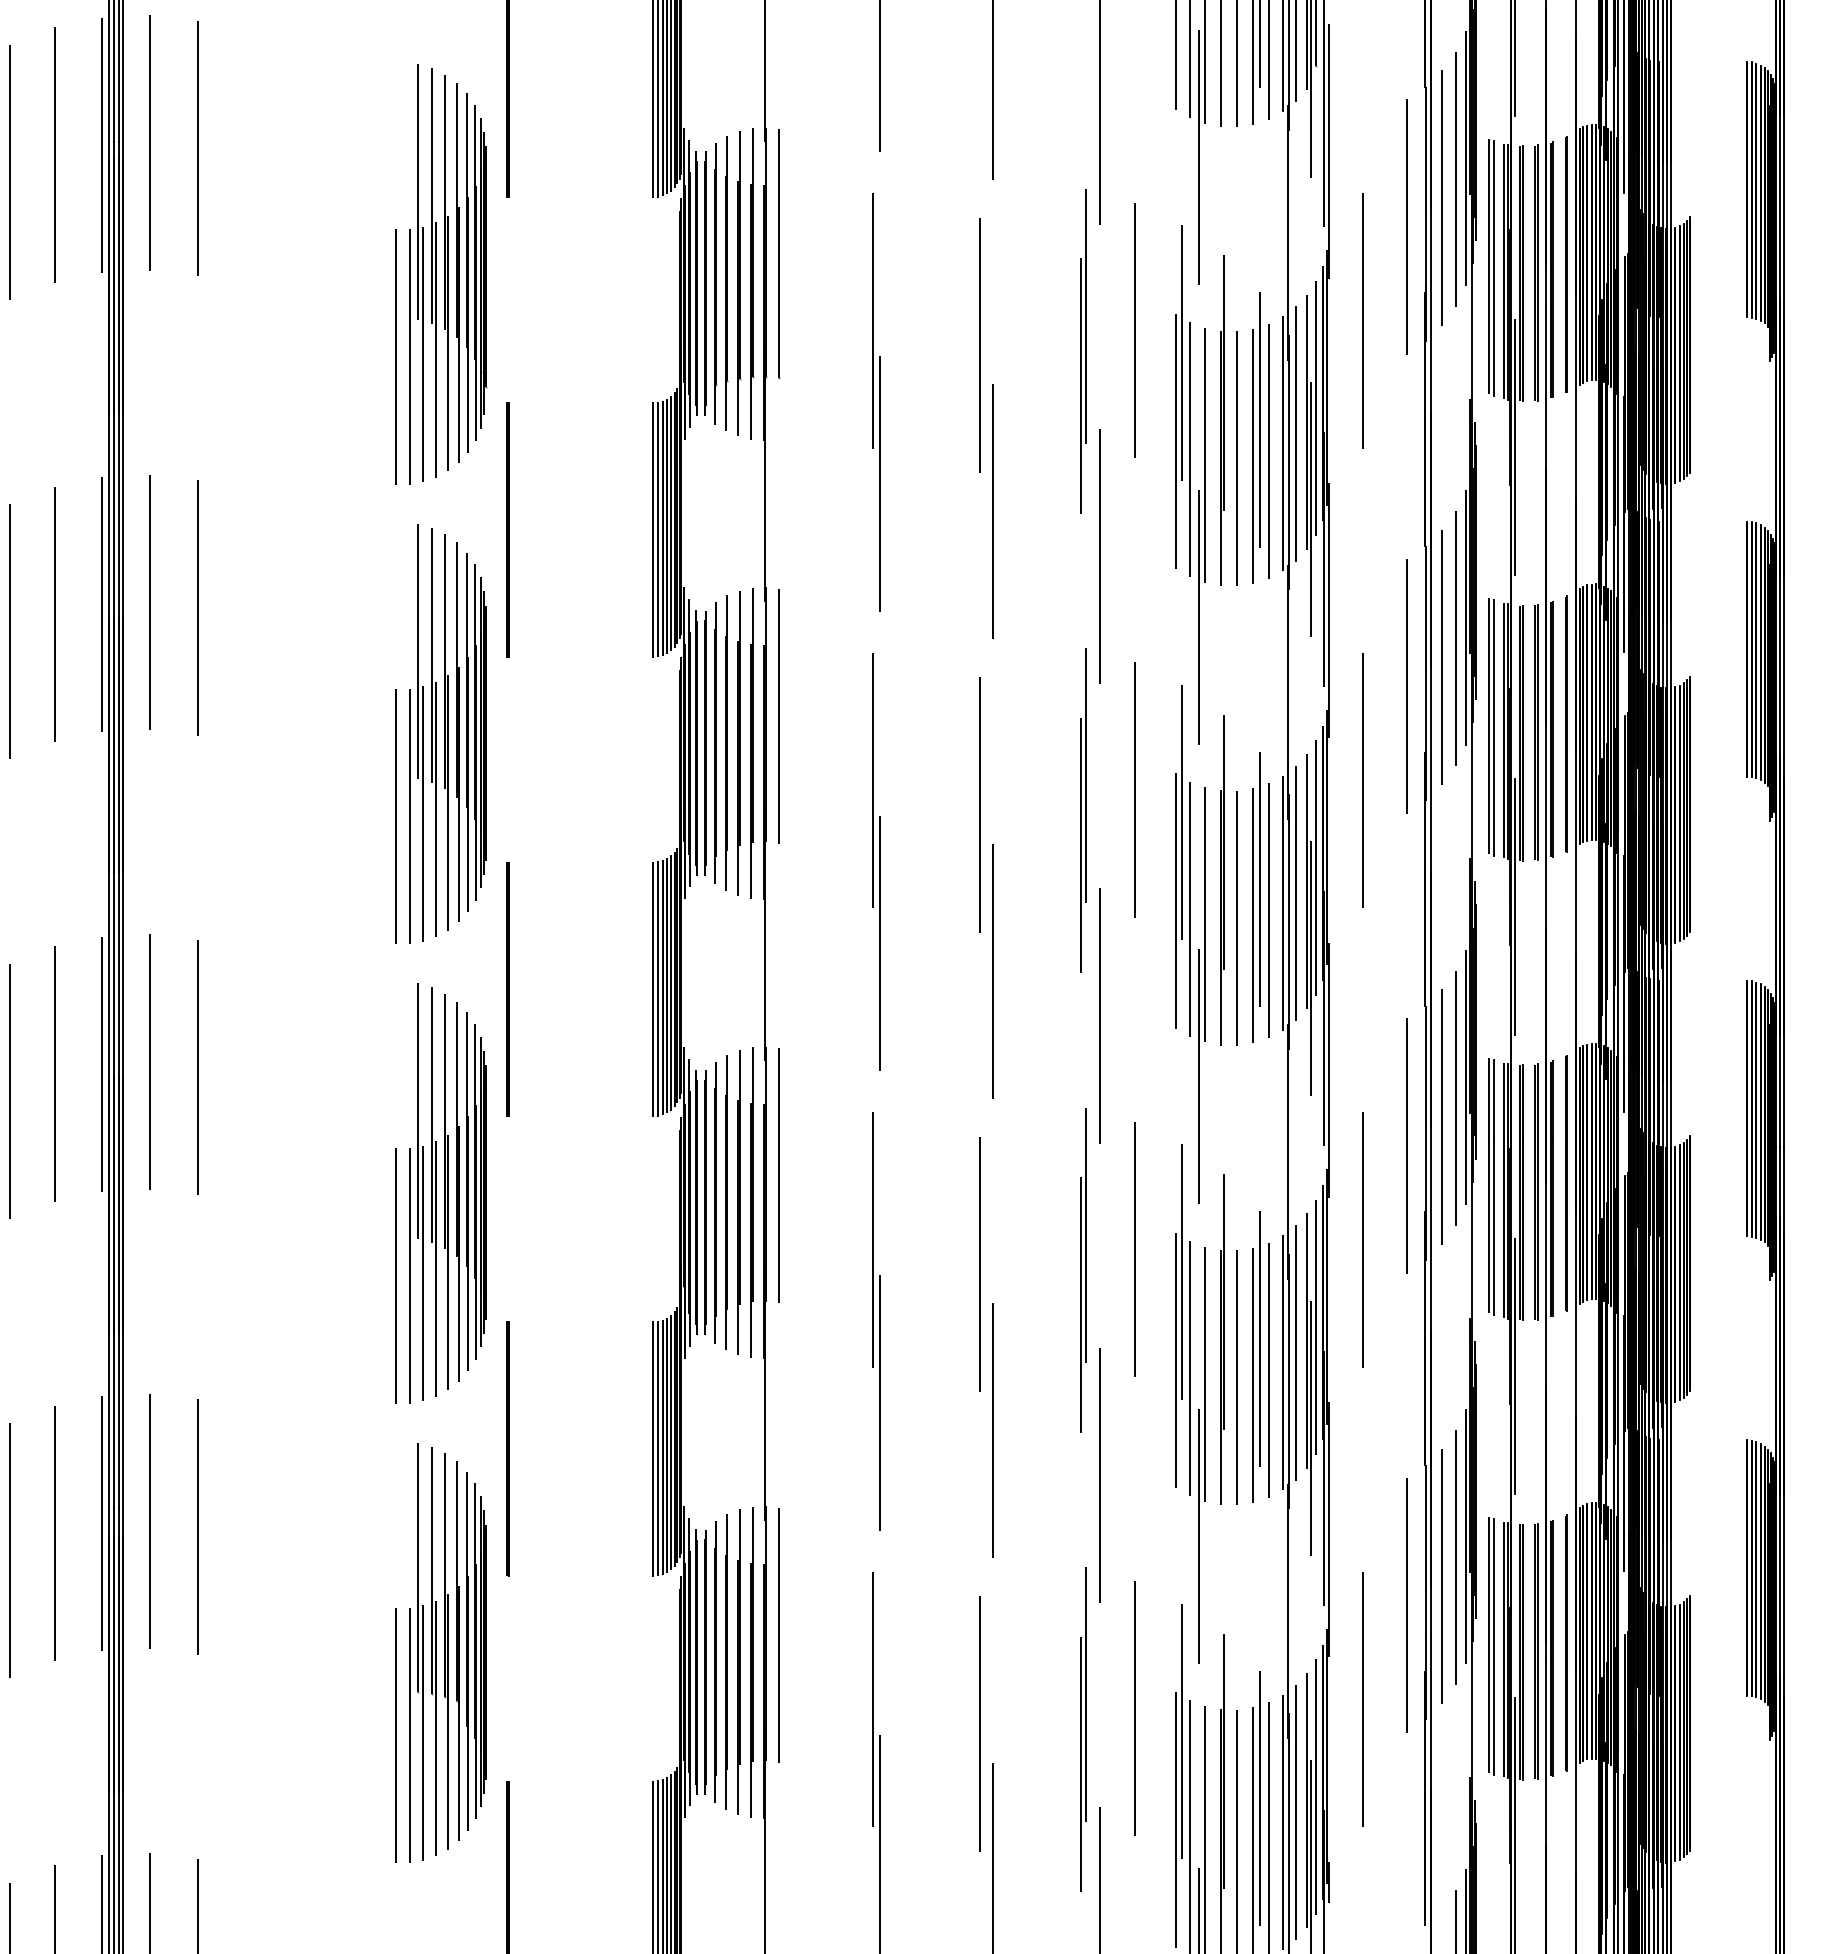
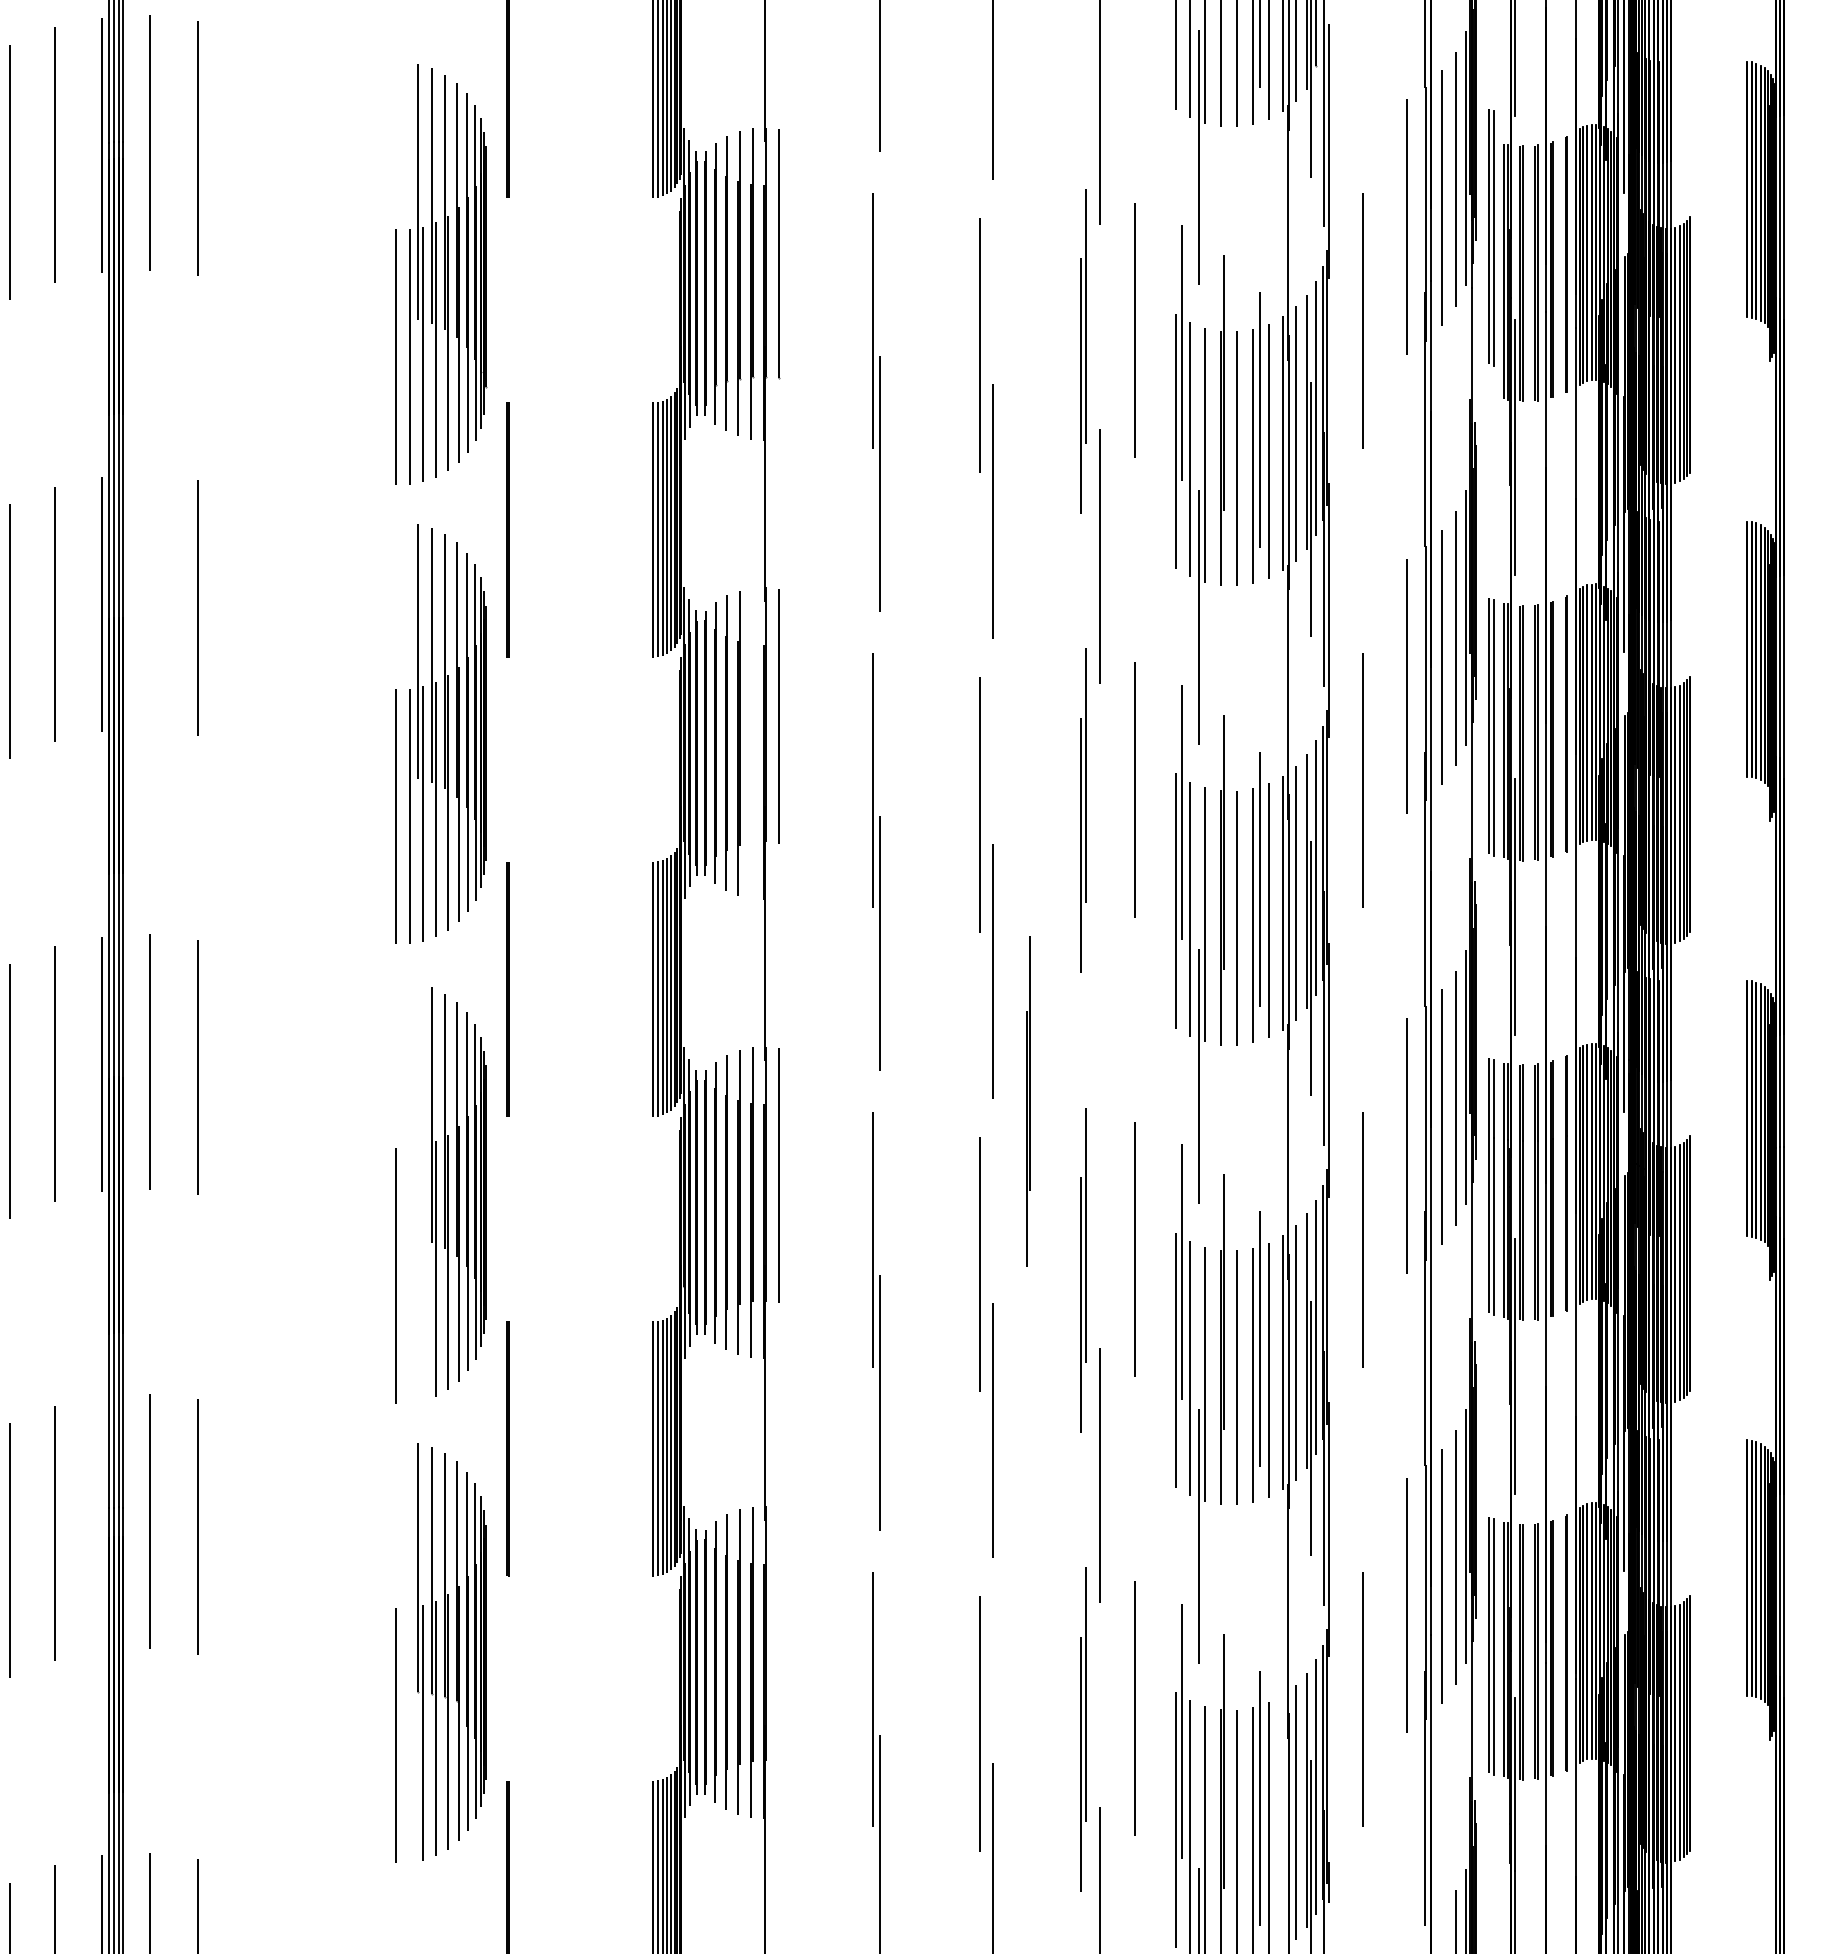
part at (1491, 267) position: (1491, 267) -> (1491, 237)
line at (149, 602): present -> none
line at (751, 743): present -> none
line at (1100, 1015): present -> none
part at (1028, 1101): none -> present
part at (416, 1193): present -> none
line at (101, 1523): present -> none
line at (778, 1635): present -> none
line at (409, 1734): present -> none
line at (1283, 1821): present -> none
